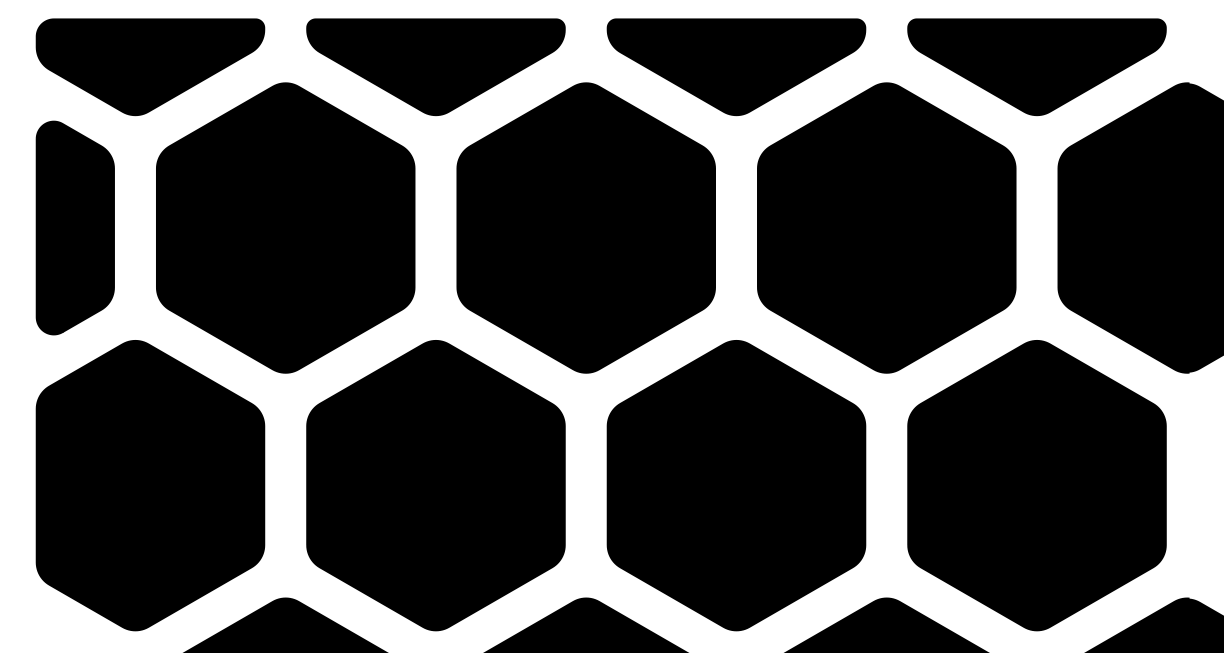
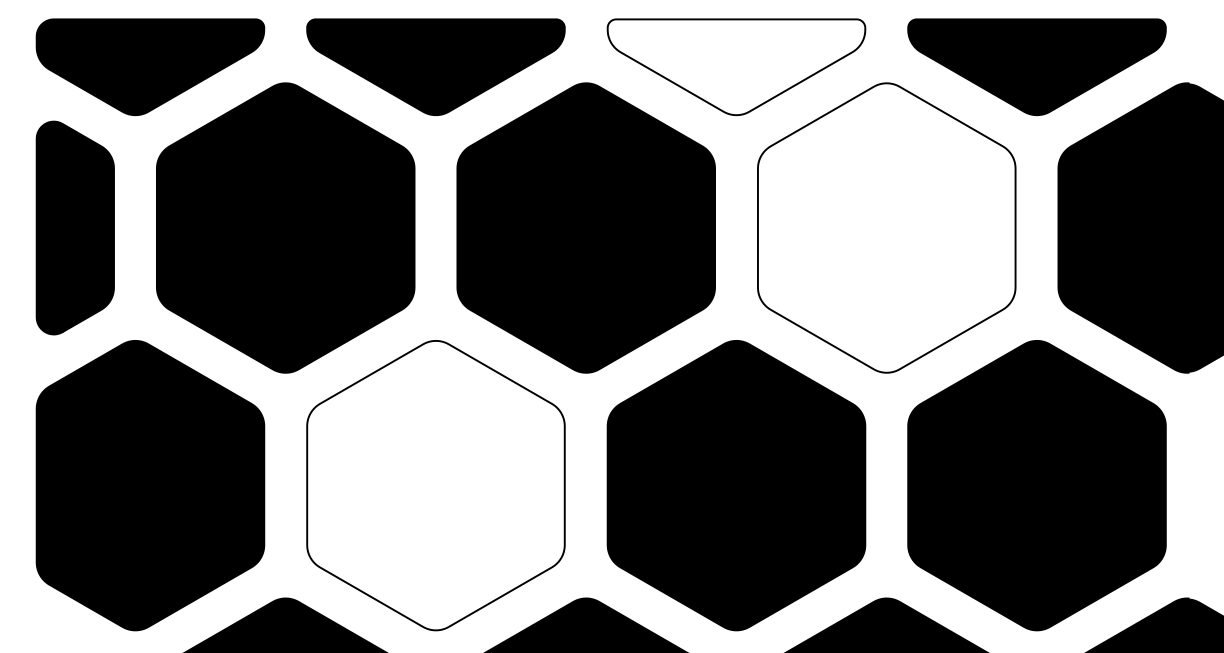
fill at (736, 67): present -> none
fill at (886, 227): present -> none
fill at (435, 485): present -> none
